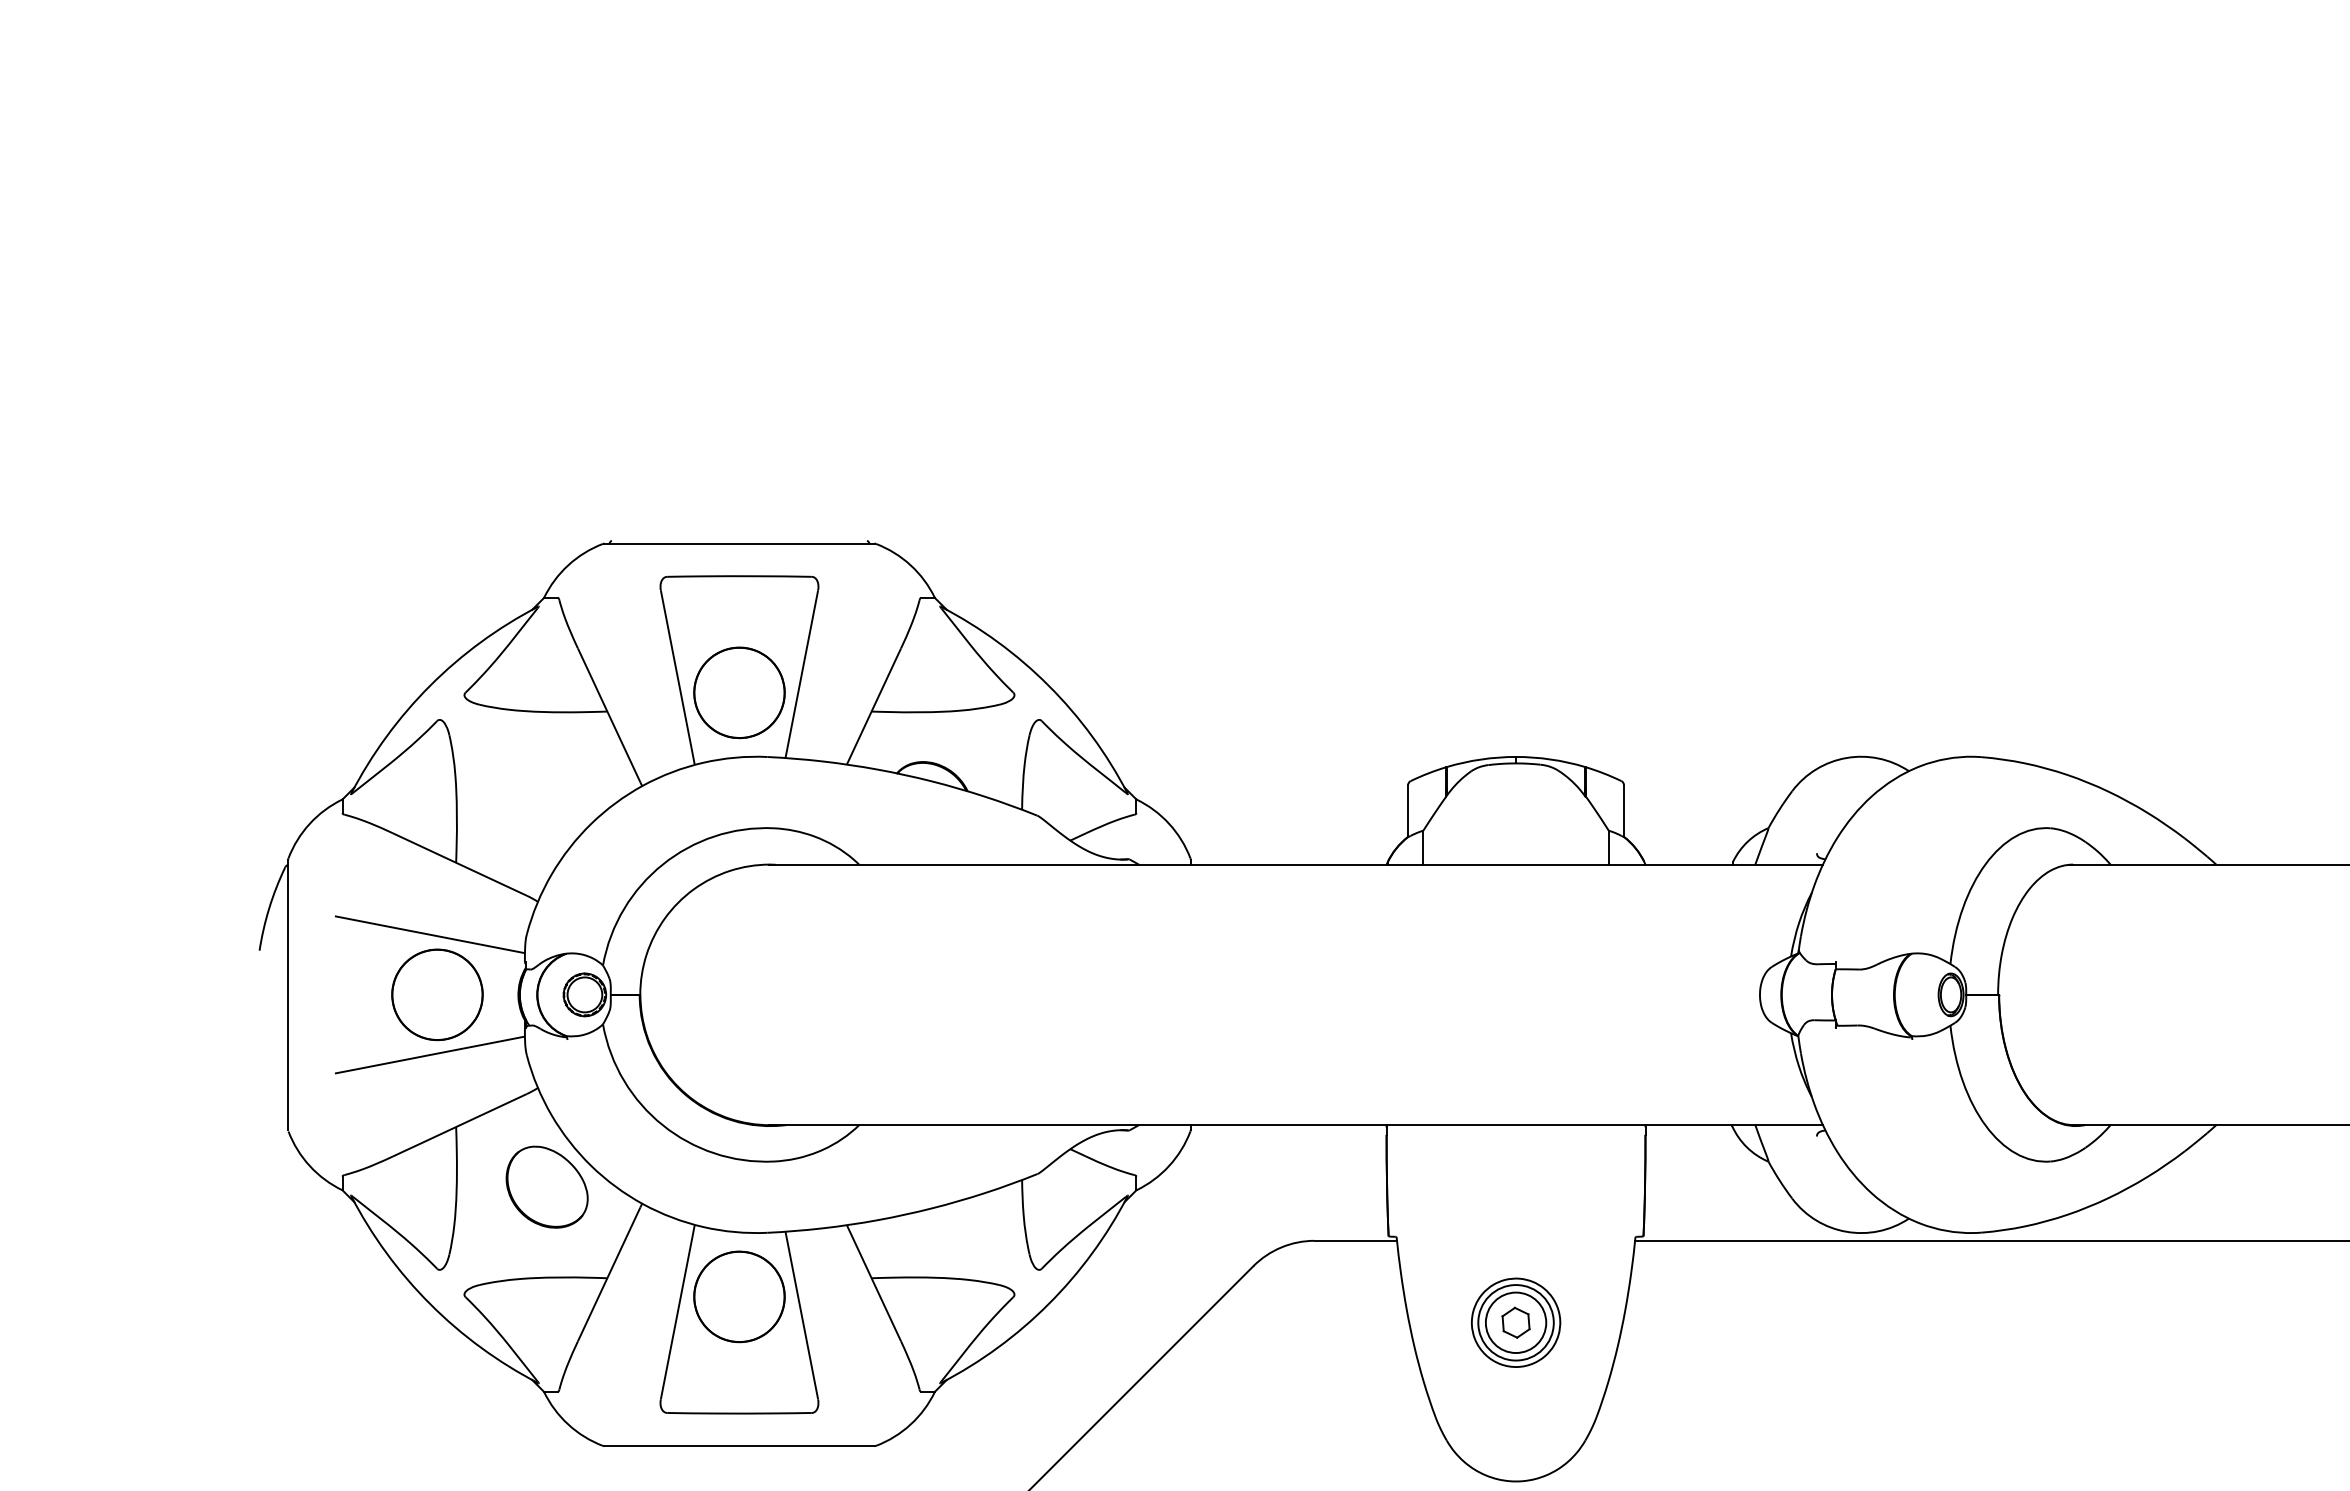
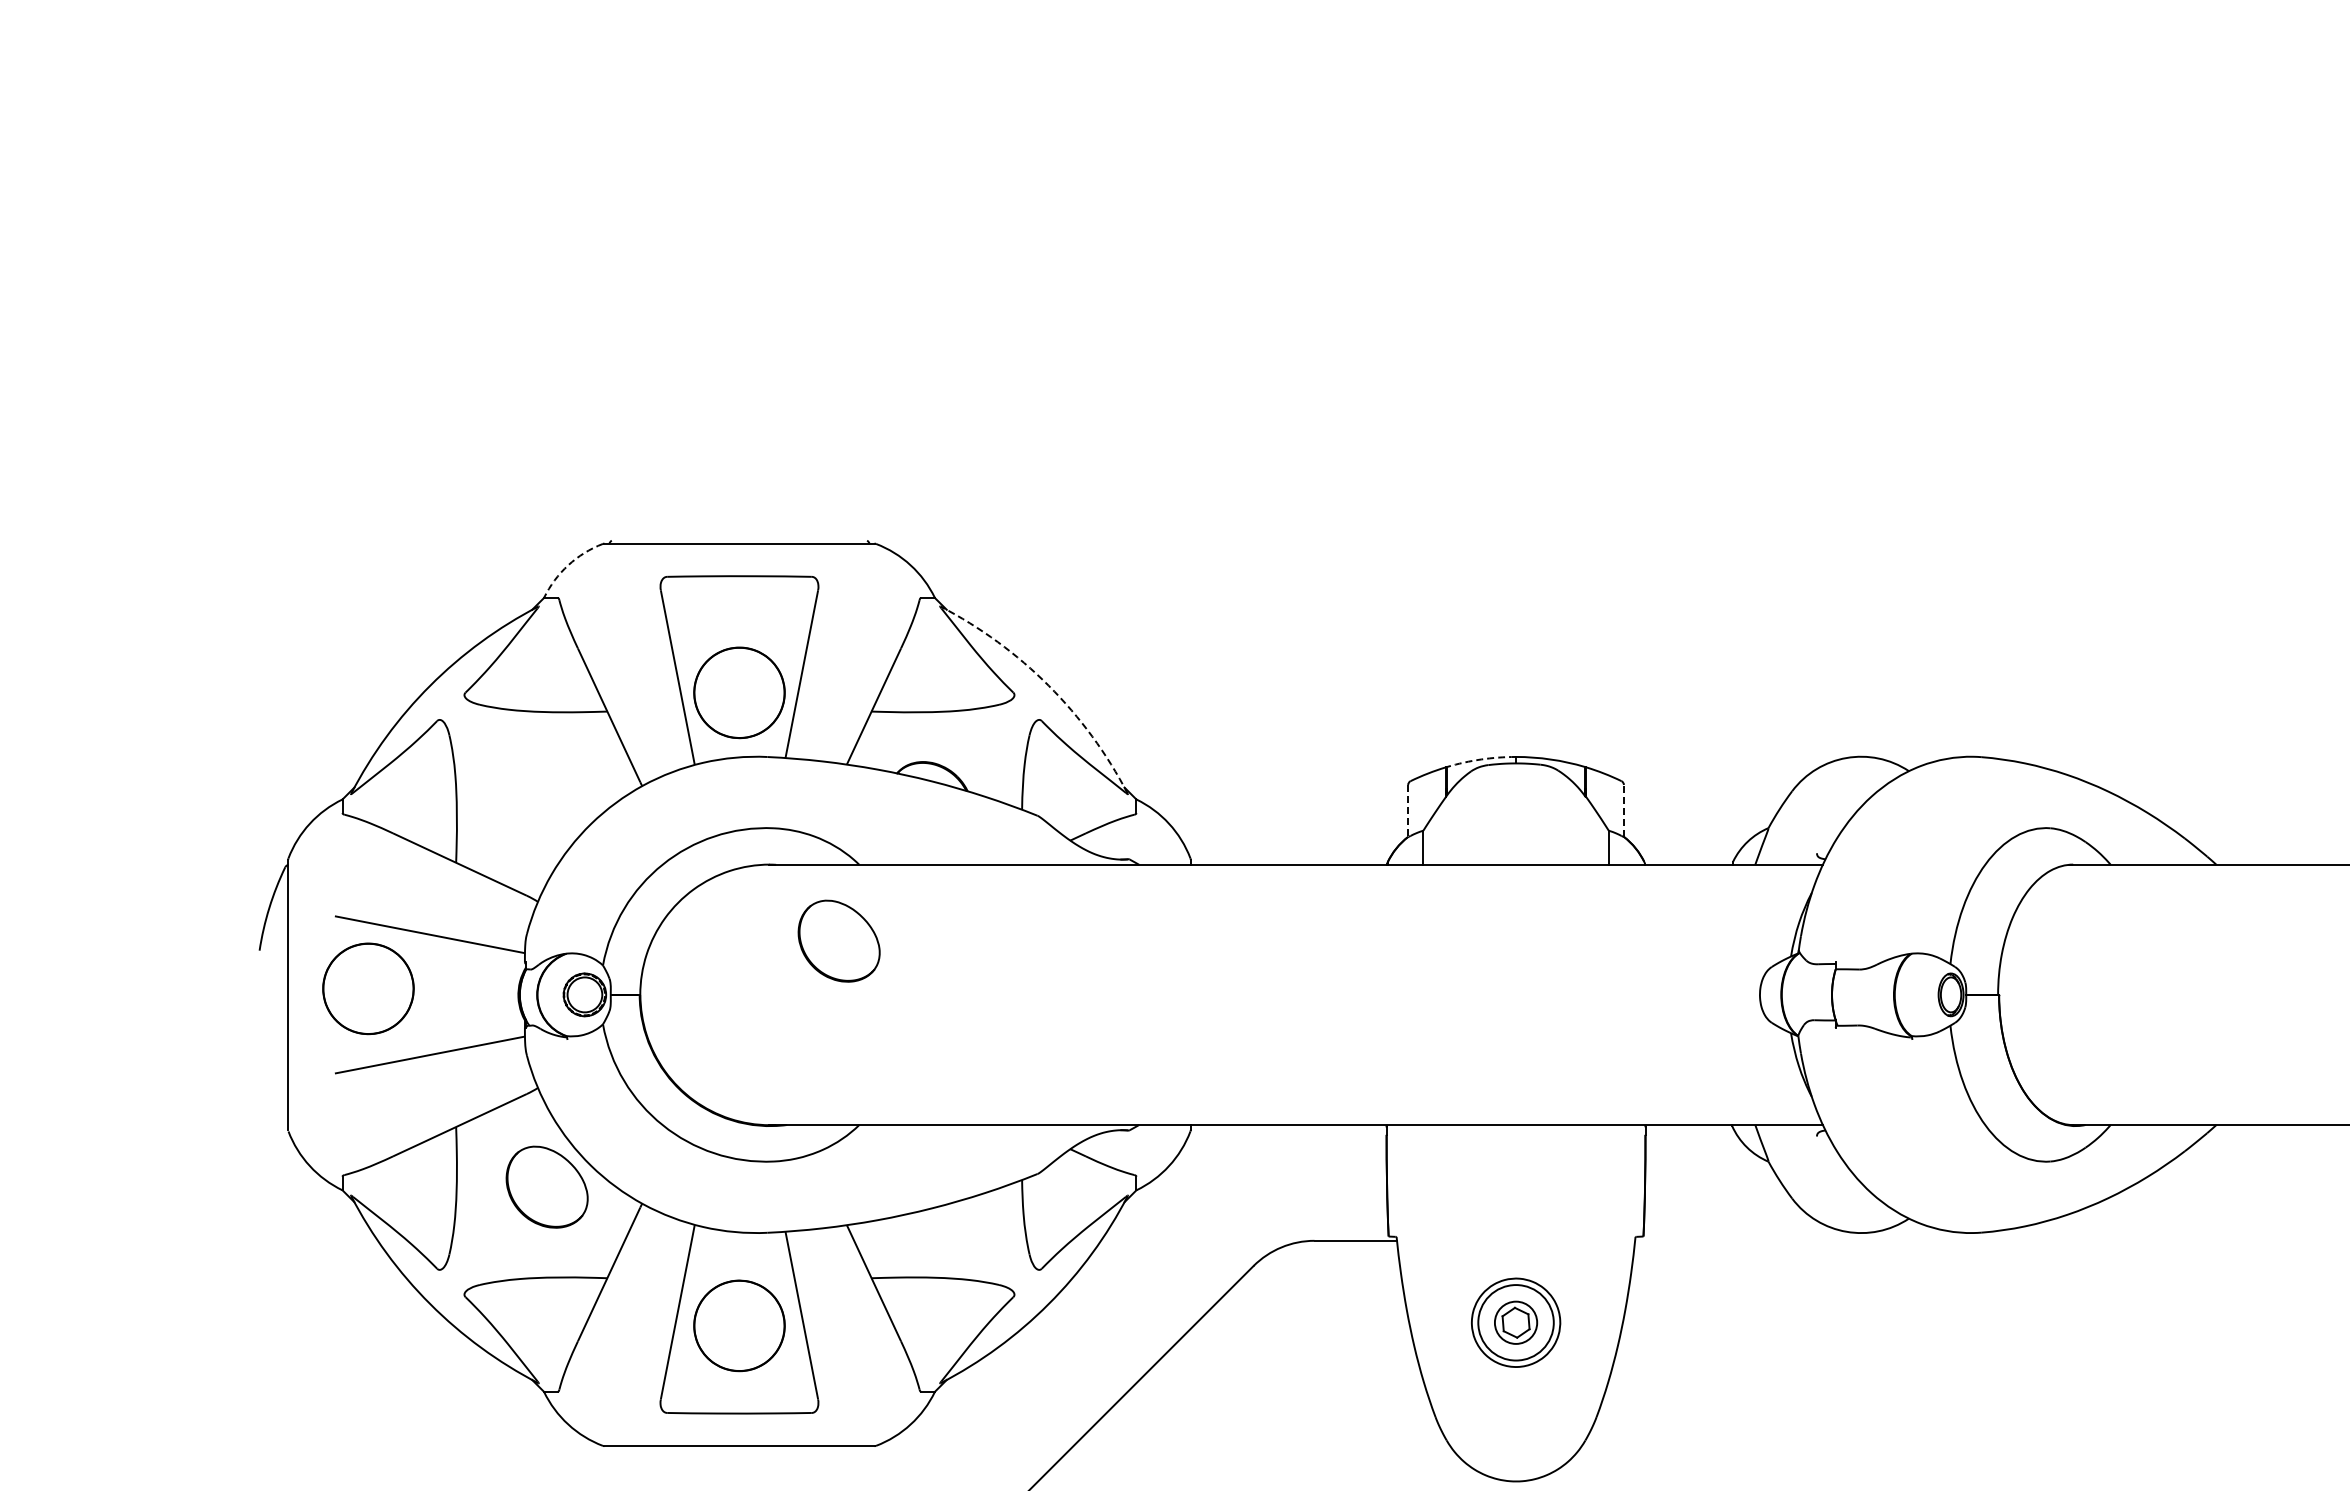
arc at (568, 565): solid -> dashed
arc at (1048, 685): solid -> dashed
arc at (1481, 759): solid -> dashed
line at (1408, 810): solid -> dashed
line at (1623, 810): solid -> dashed
part at (838, 940): none -> present
part at (437, 994) position: (437, 994) -> (368, 988)
line at (1990, 1240): present -> none
part at (739, 1296) position: (739, 1296) -> (739, 1325)
circle at (1515, 1322) diameter: 60 px -> 42 px
